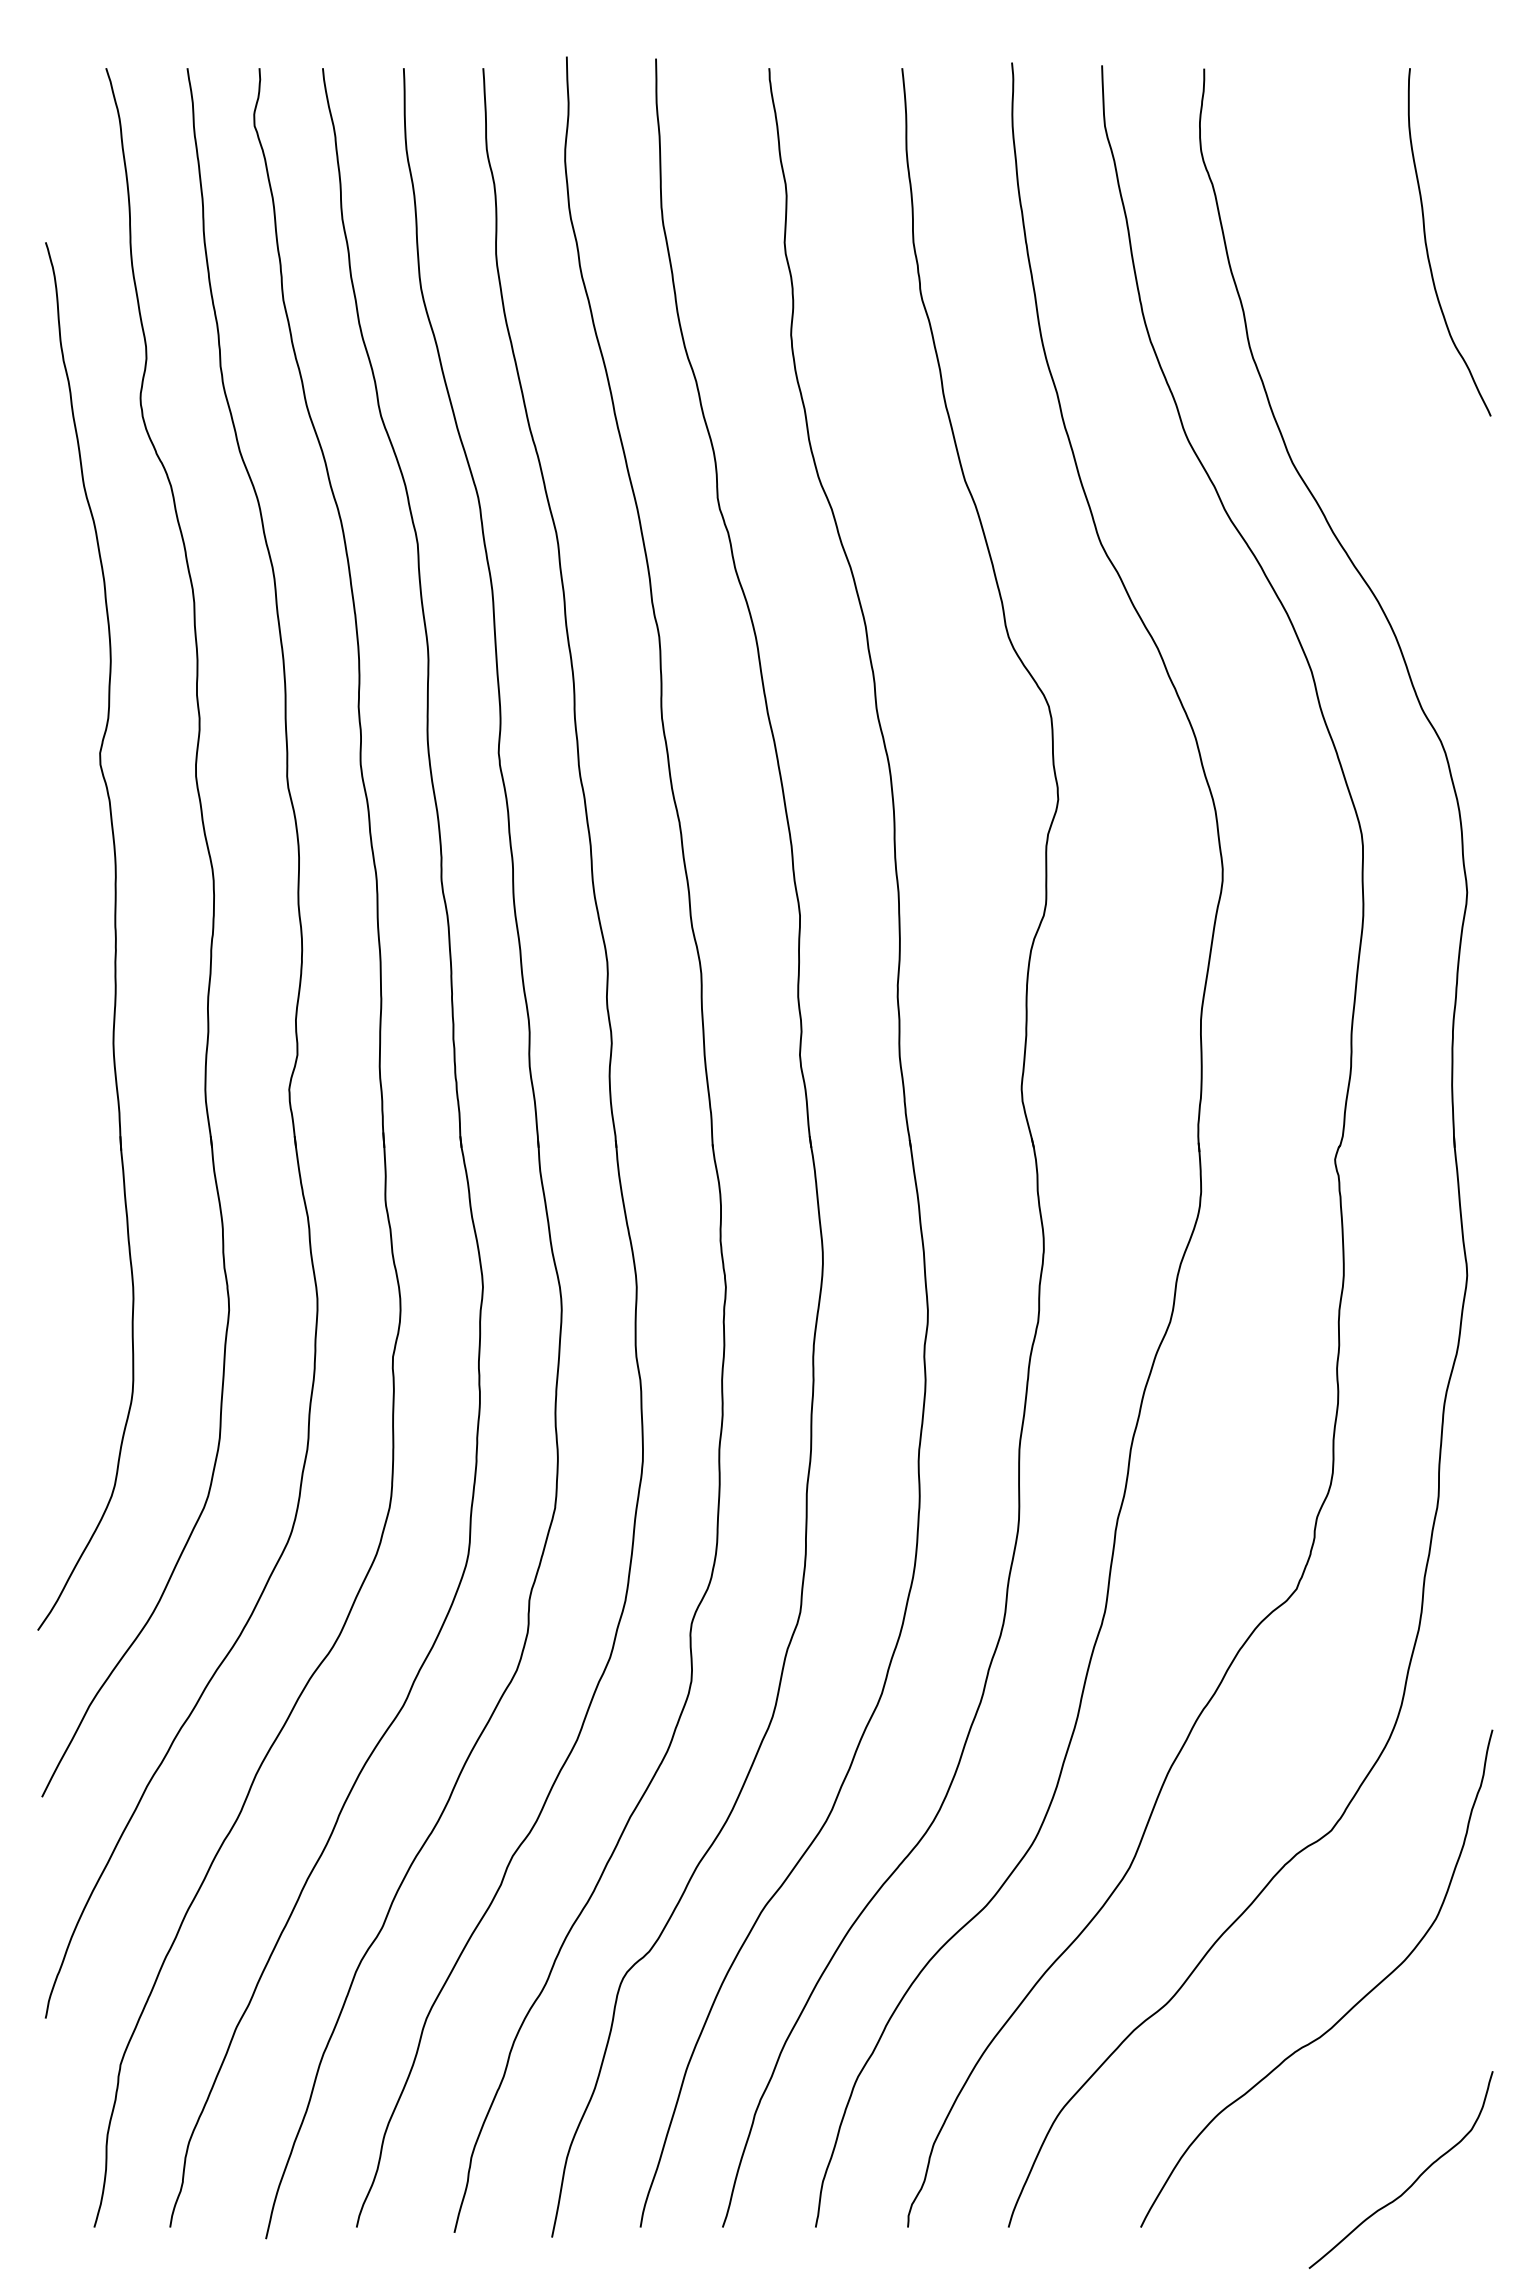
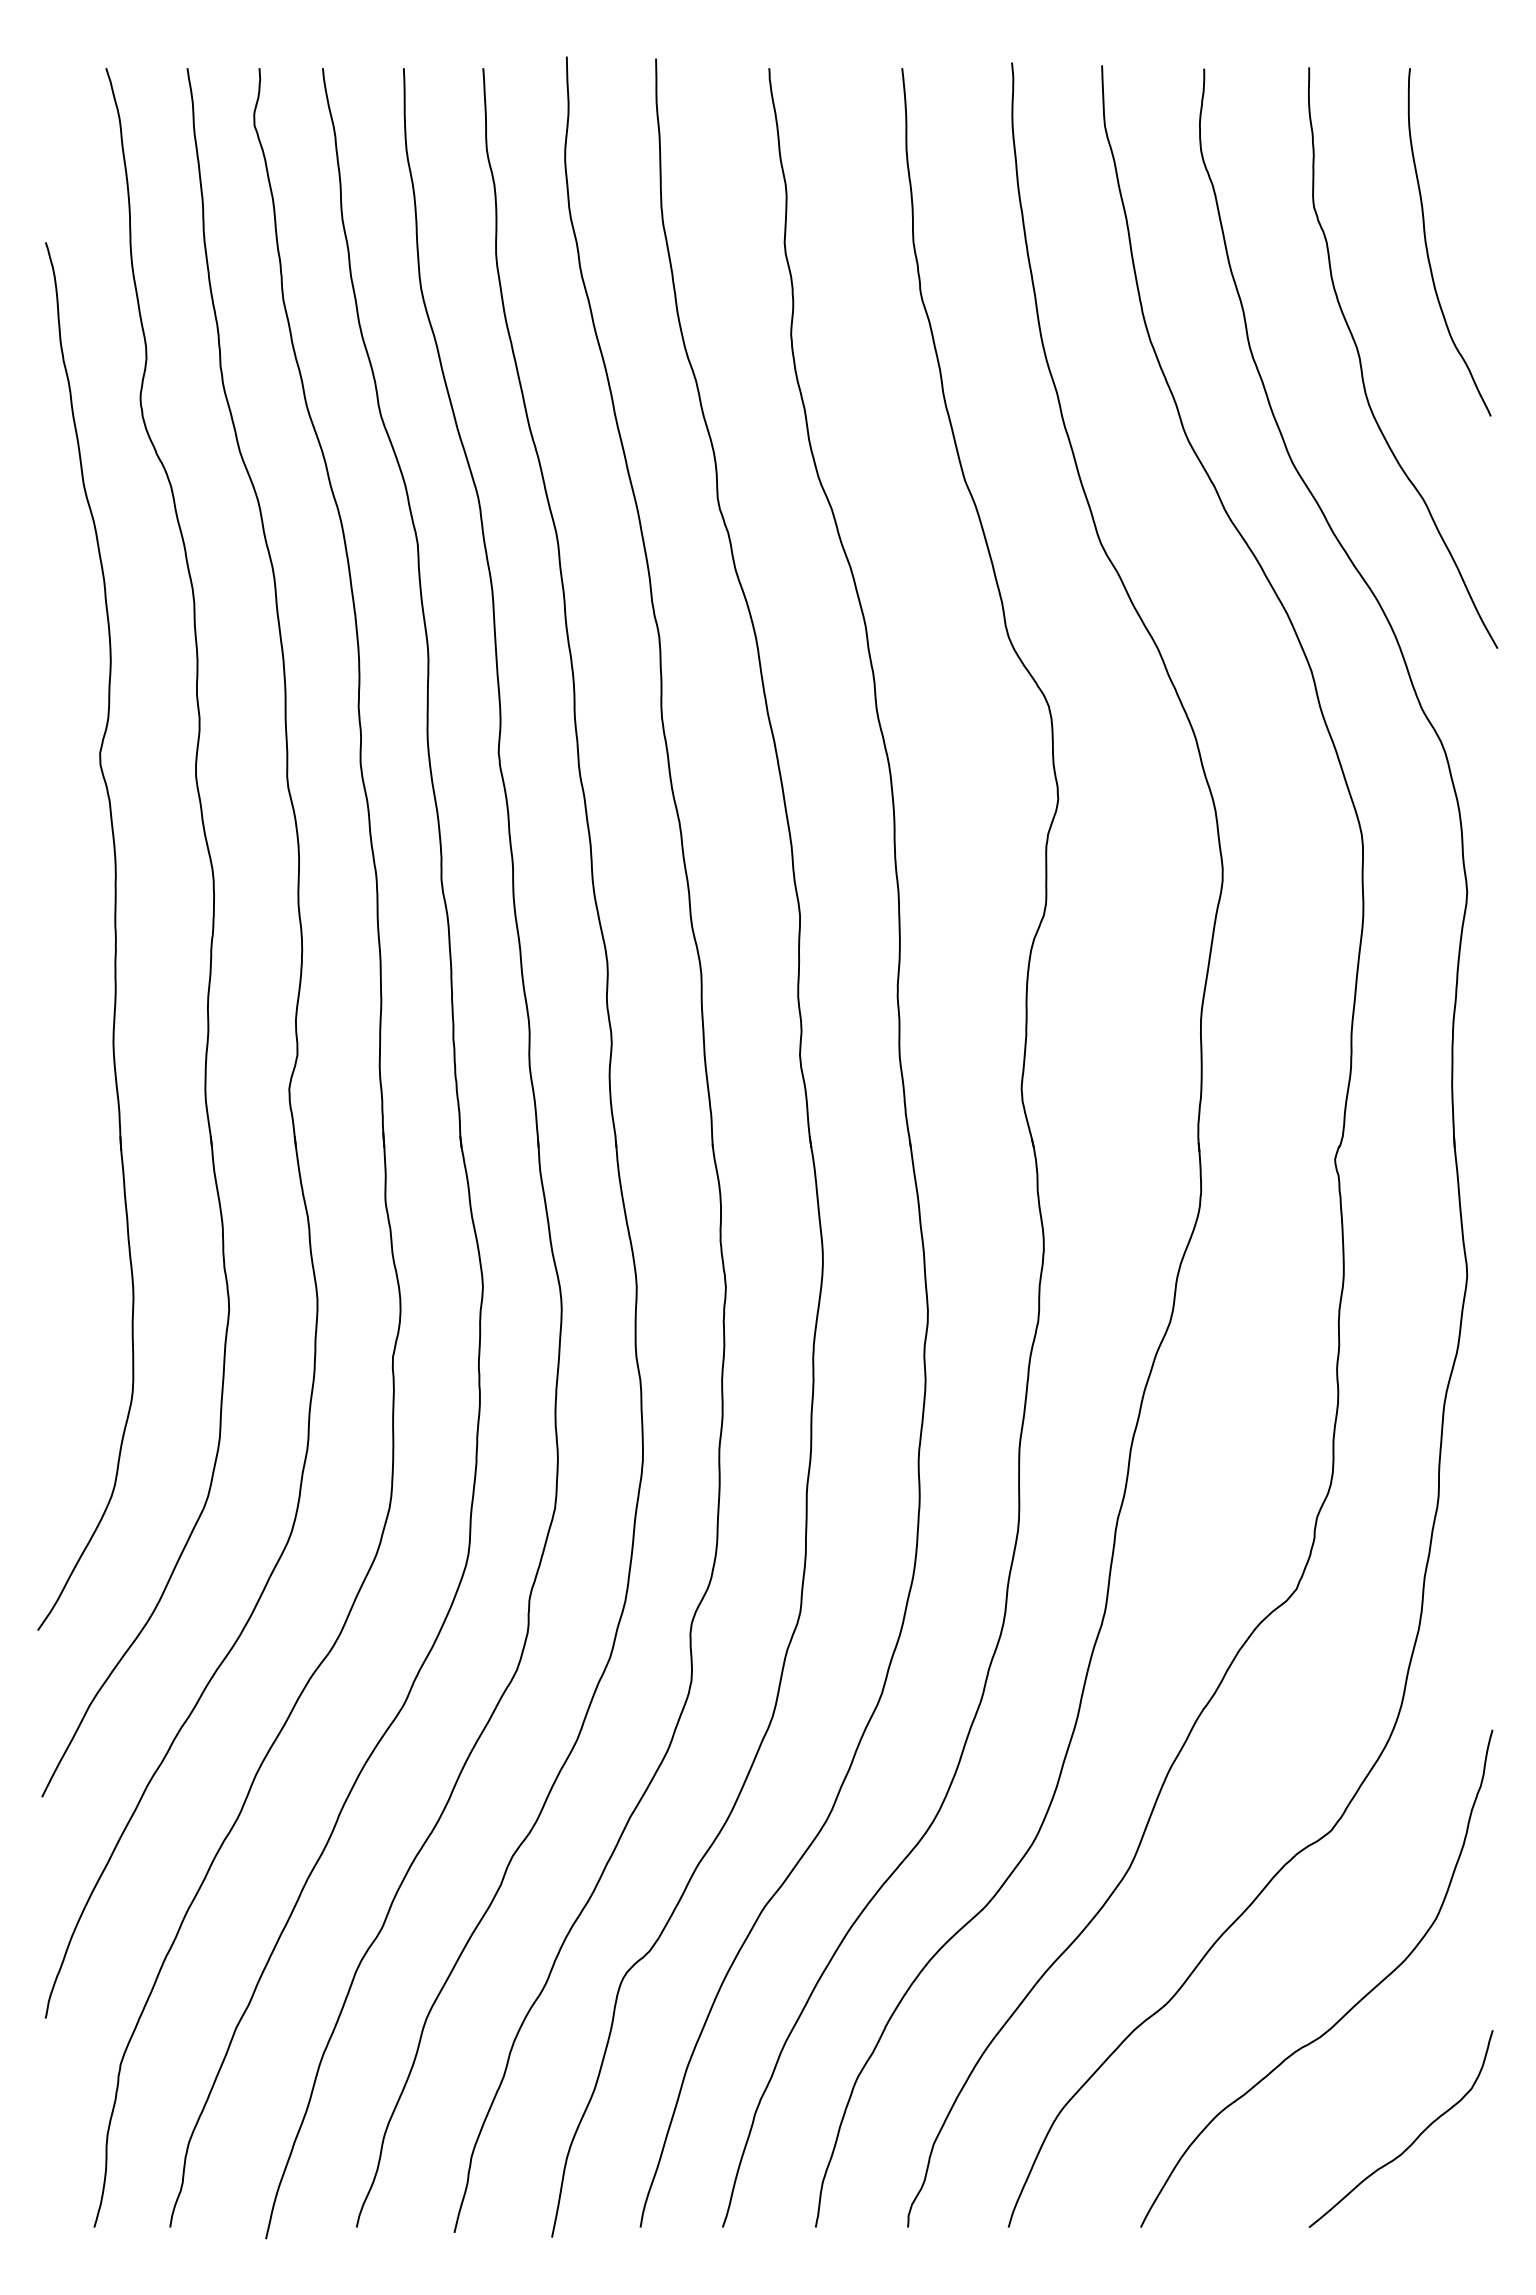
curve at (1361, 361): none -> present
curve at (1414, 2180) position: (1414, 2180) -> (1414, 2139)
